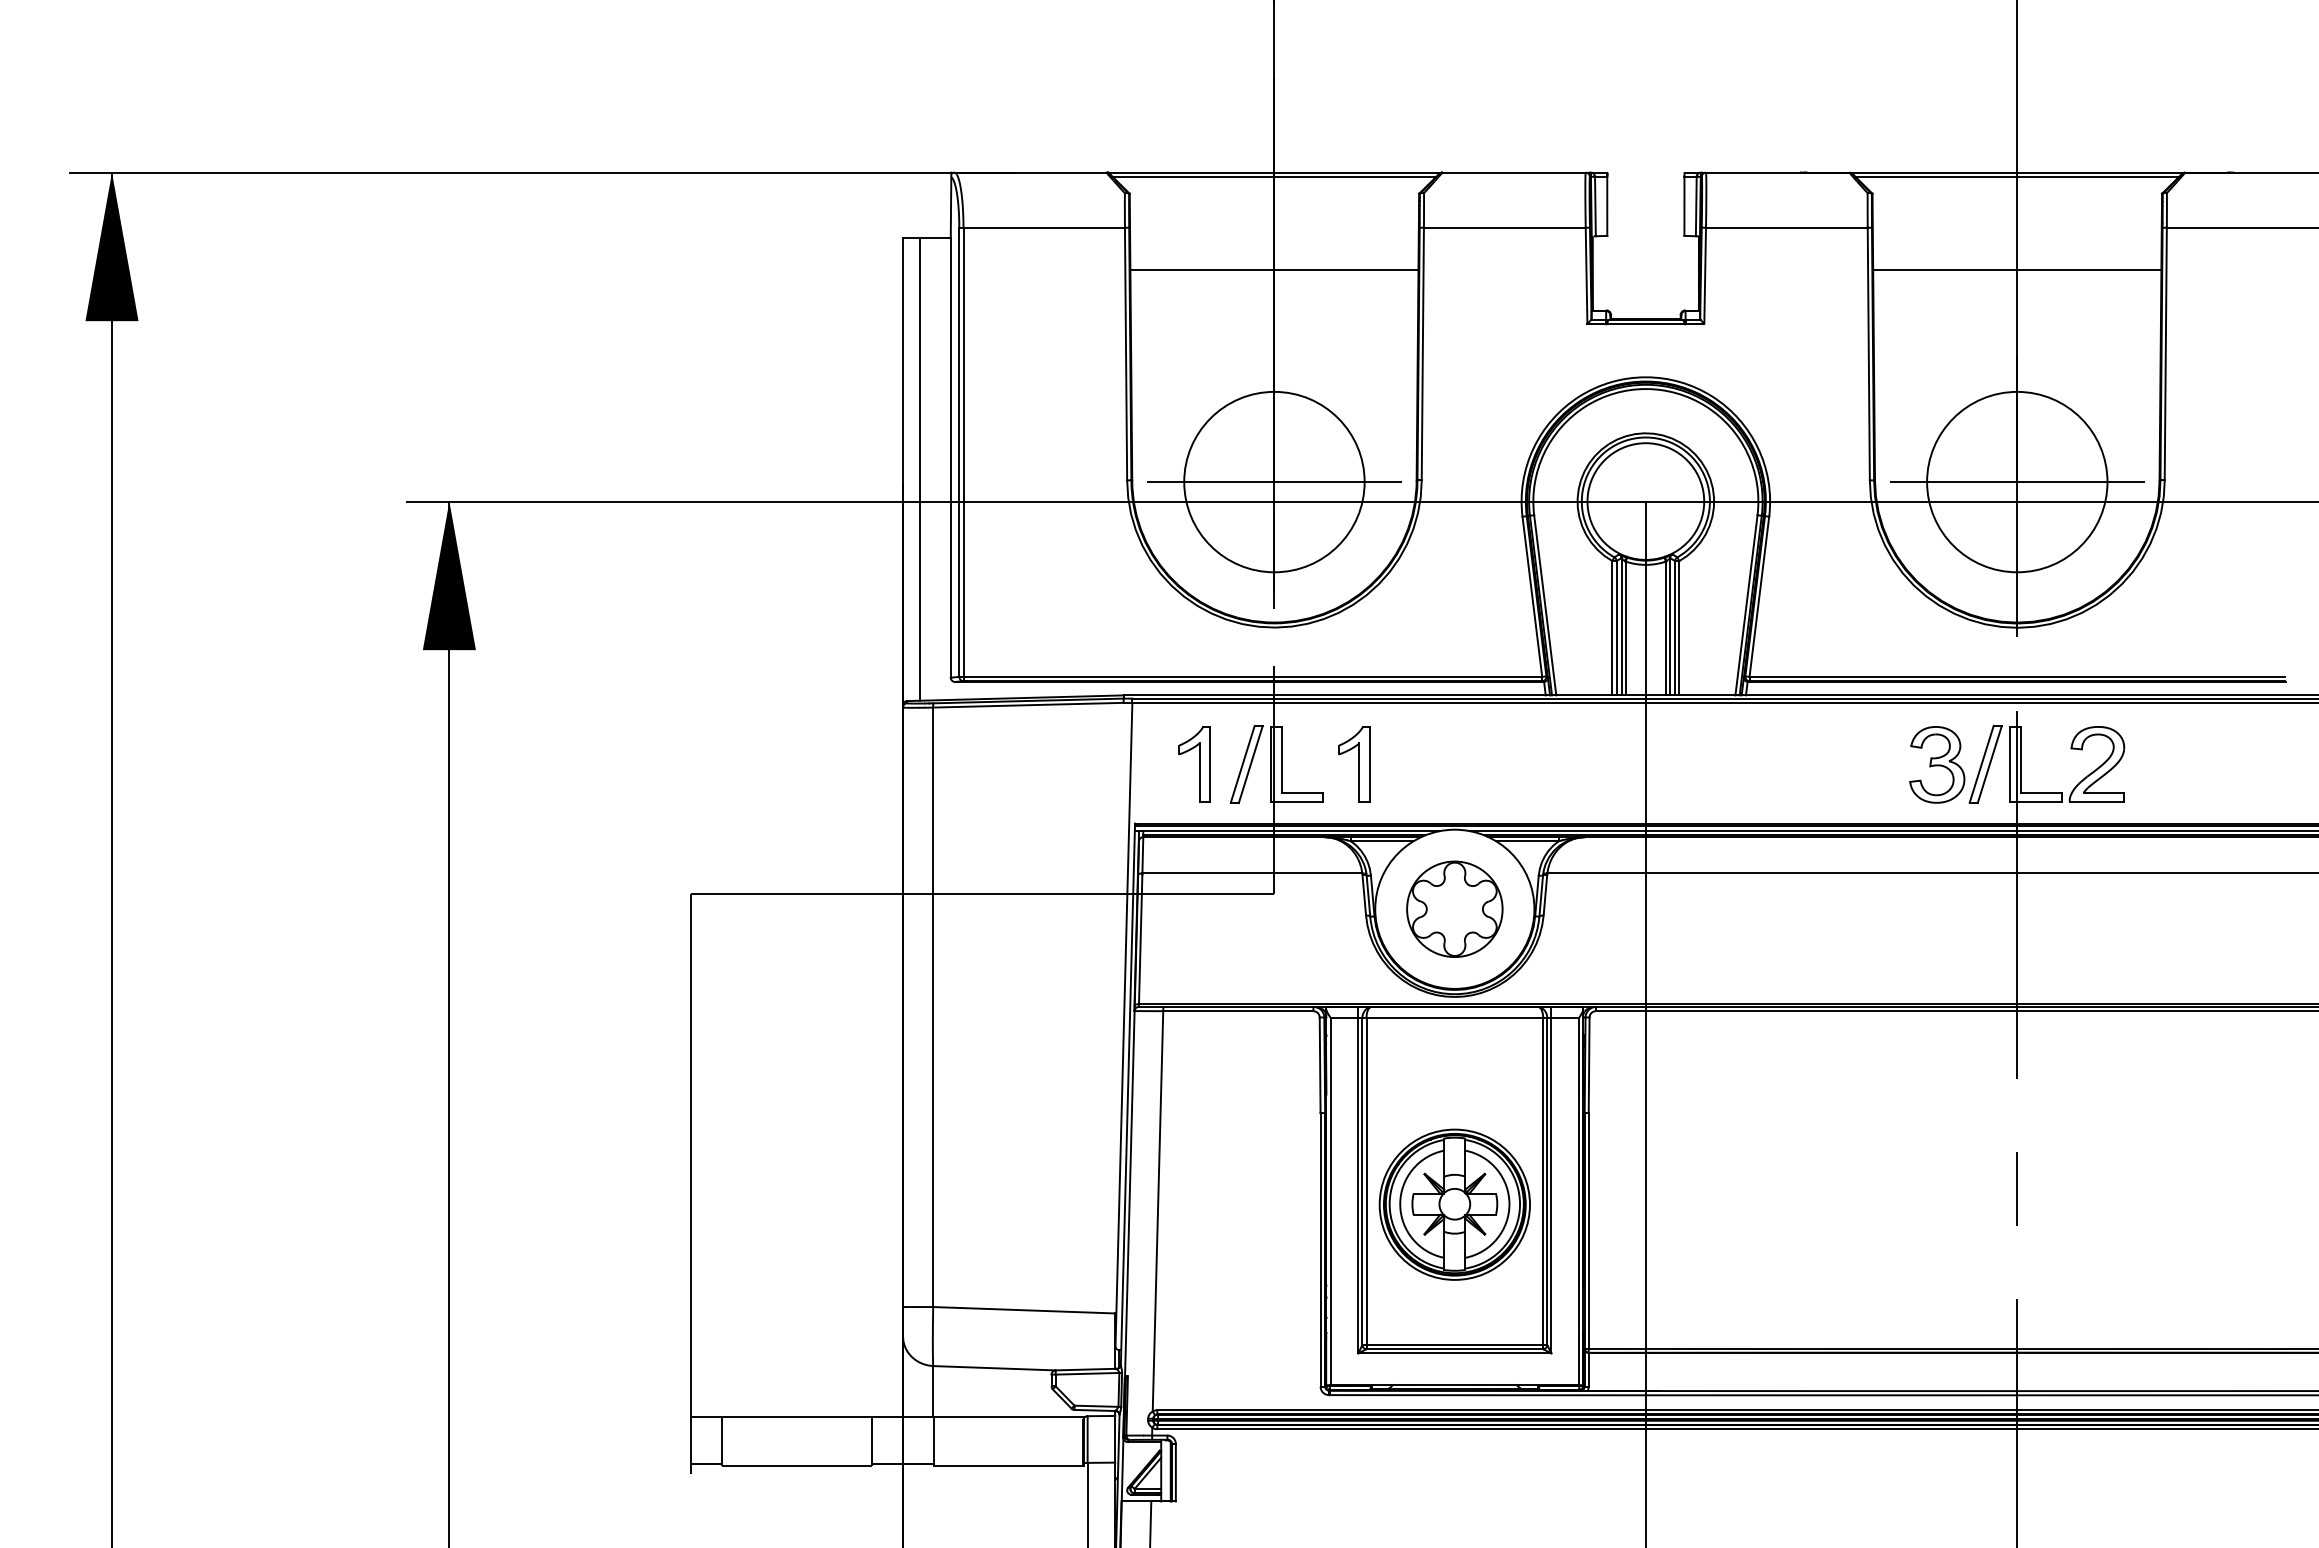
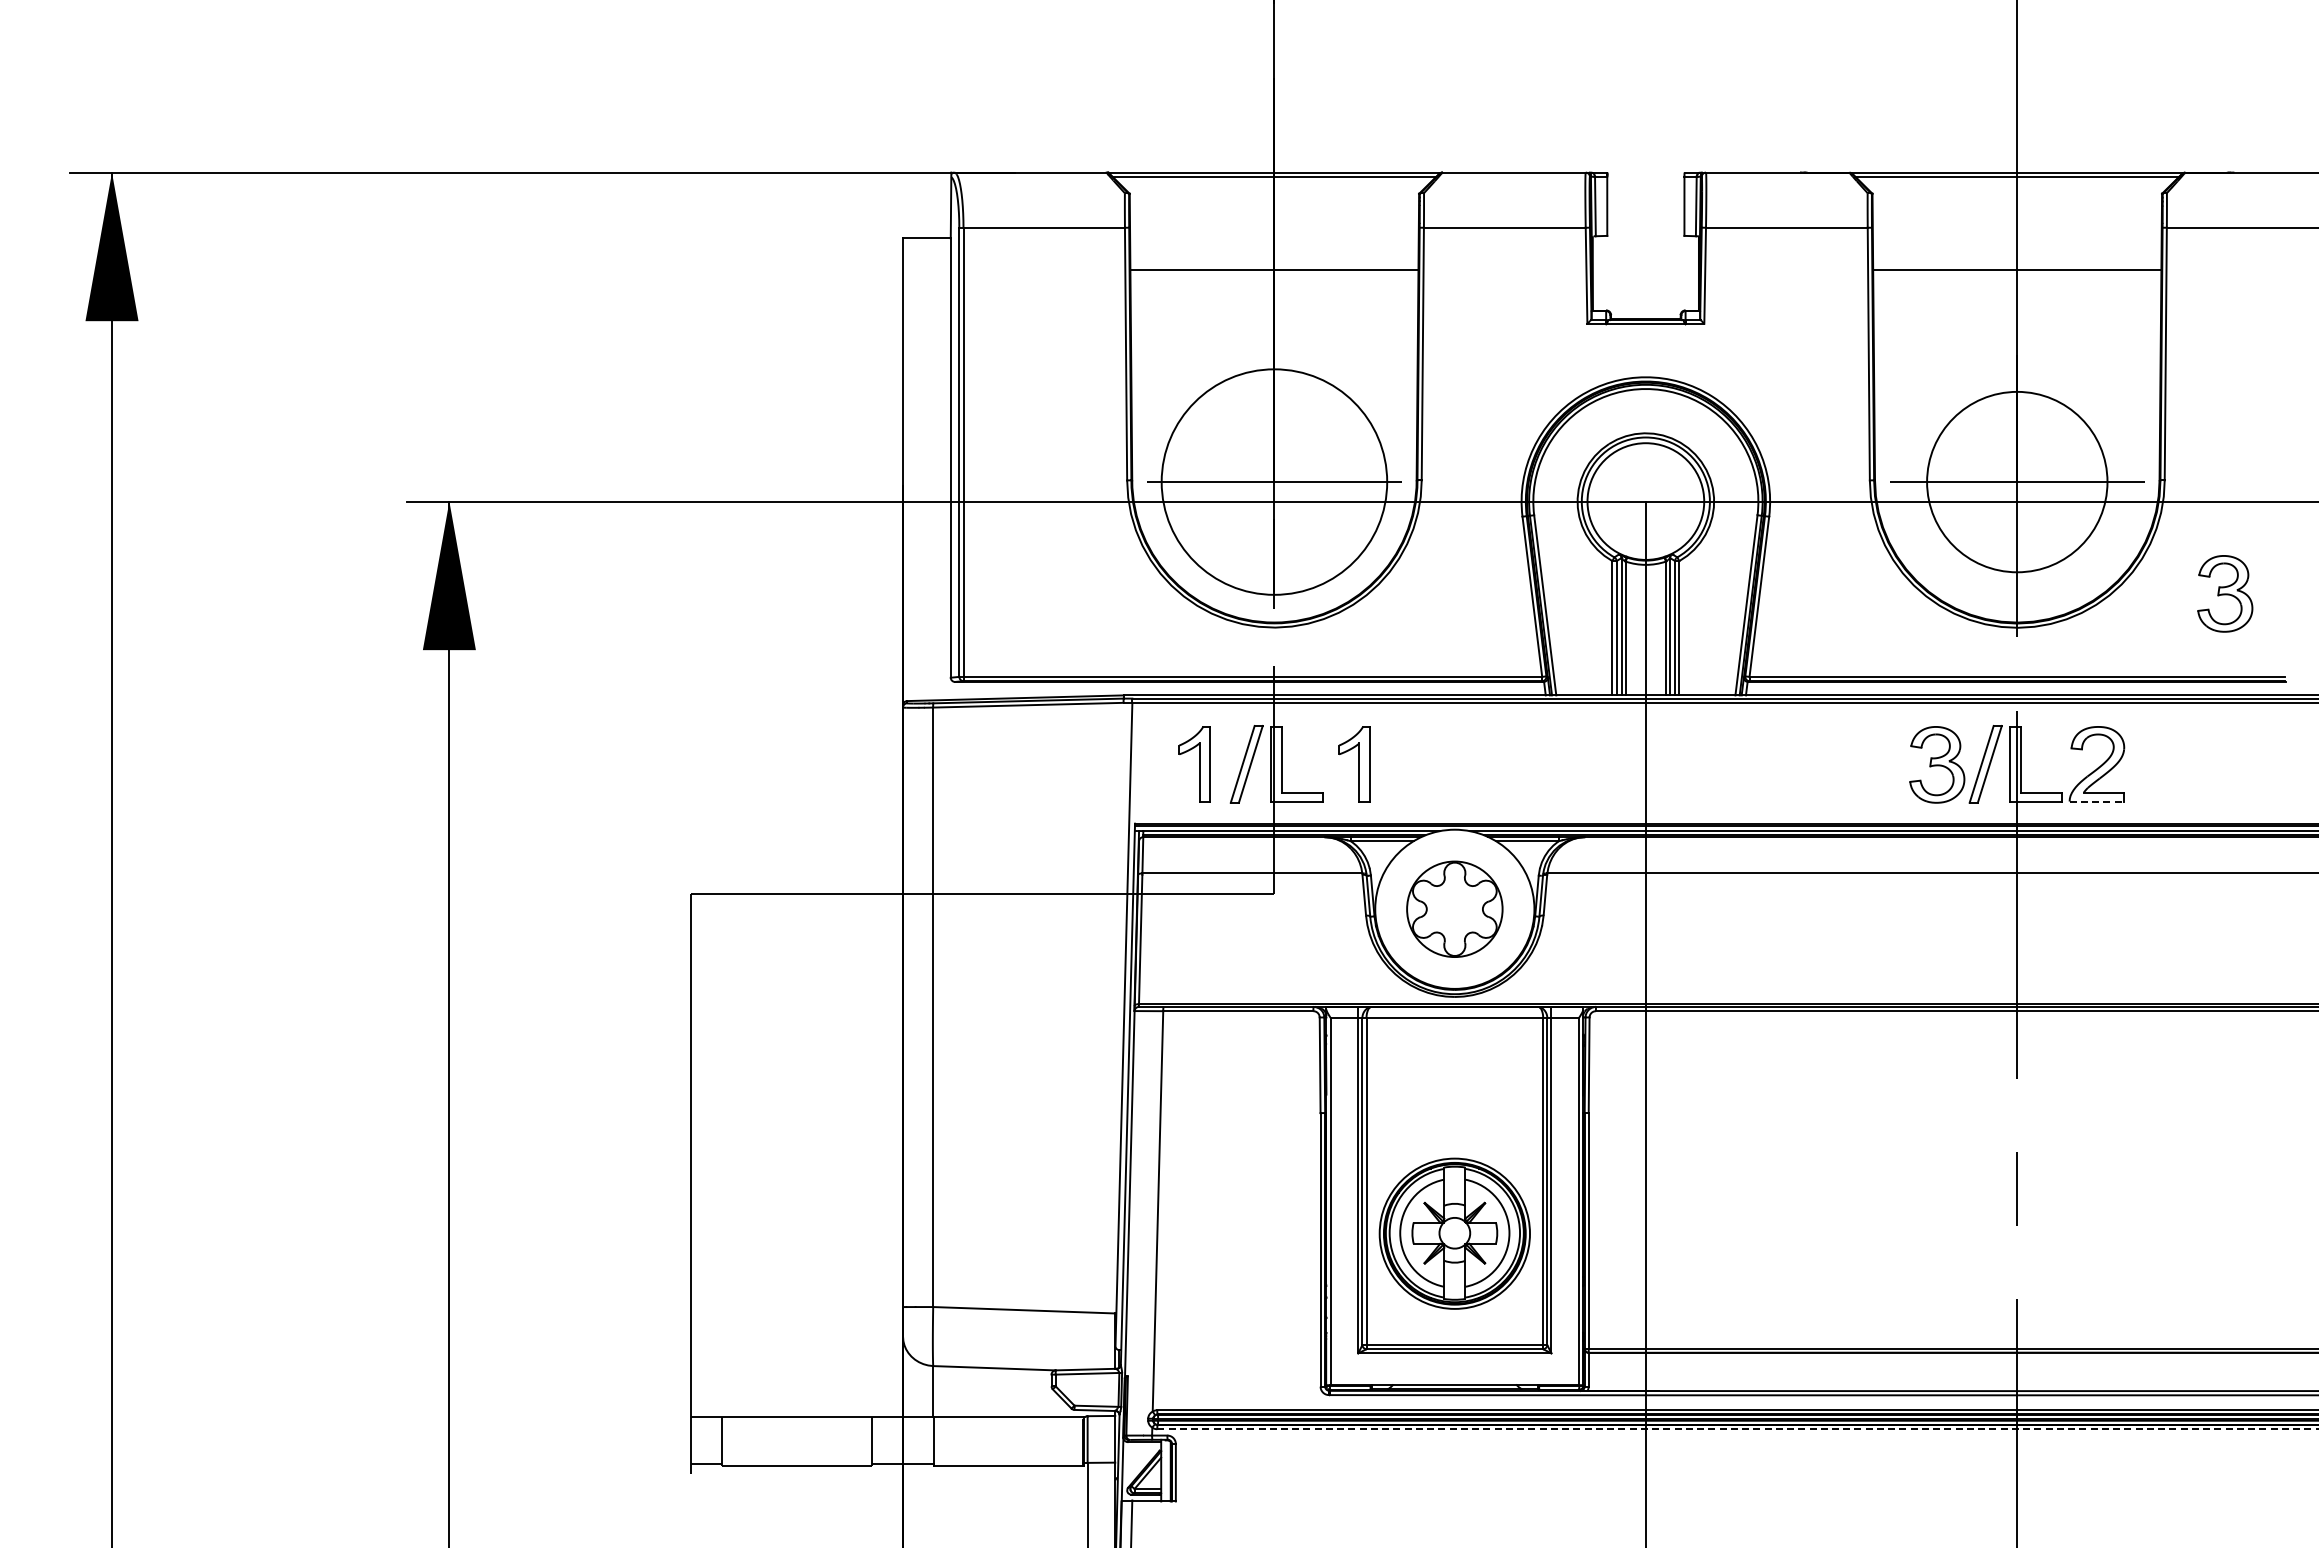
line at (920, 469): present -> none
circle at (1274, 481) diameter: 180 px -> 226 px
part at (2225, 593): none -> present
line at (2097, 801): solid -> dashed
part at (1454, 1204) position: (1454, 1204) -> (1454, 1233)
line at (1738, 1429): solid -> dashed
line at (1150, 1522) position: (1150, 1522) -> (1131, 1522)
